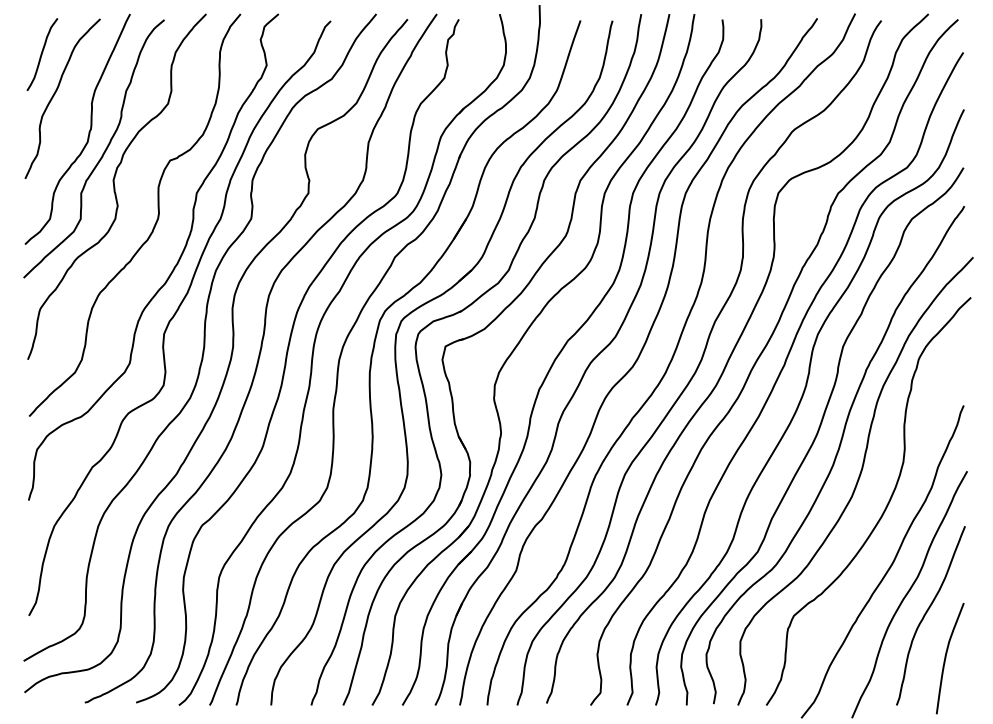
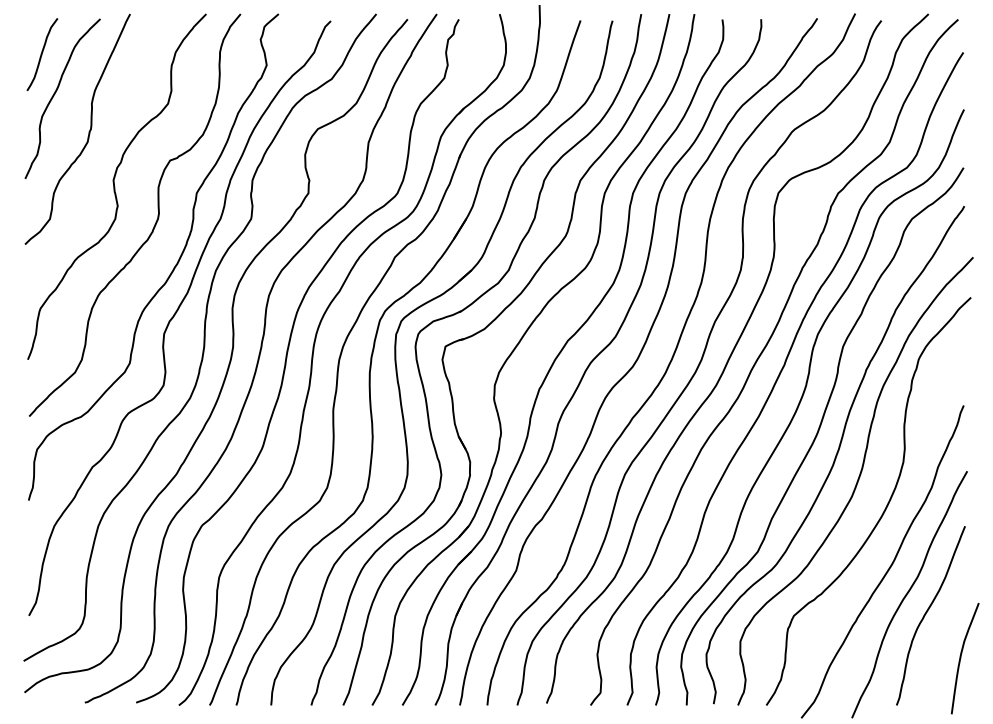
curve at (102, 153): present -> none
curve at (946, 658) position: (946, 658) -> (961, 658)
